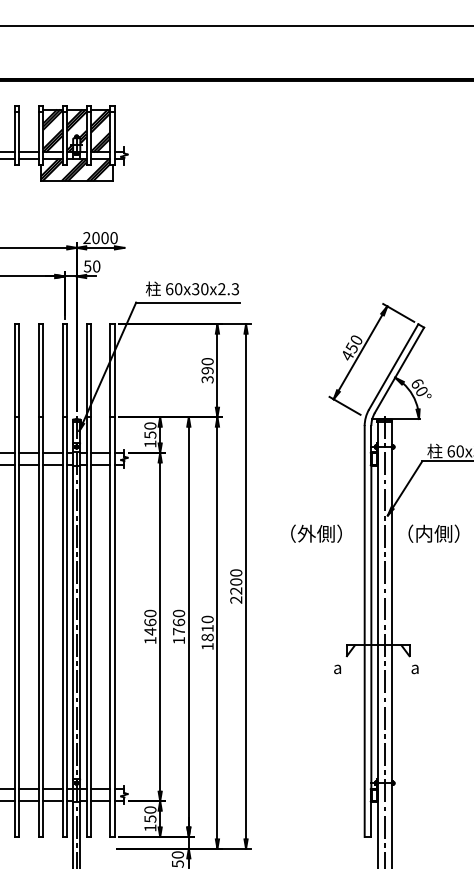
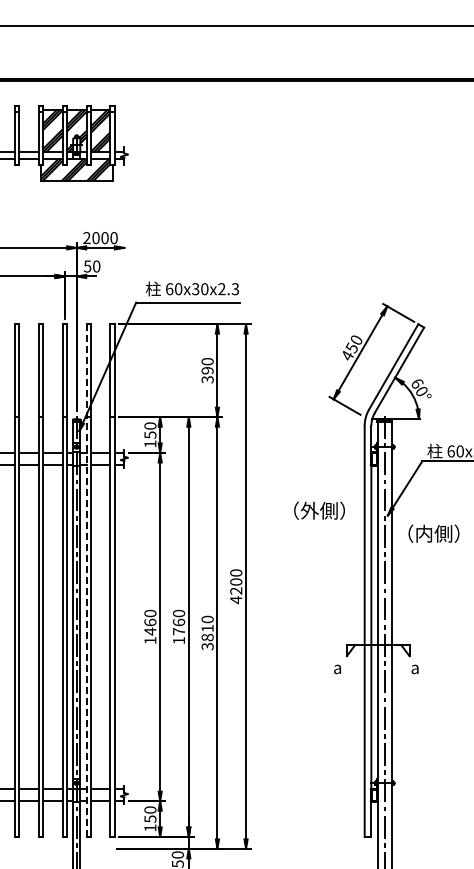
text at (316, 533) position: (316, 533) -> (319, 510)
line at (86, 581): solid -> dashed
text at (236, 600): 2200 -> 4200
text at (207, 646): 1810 -> 3810
